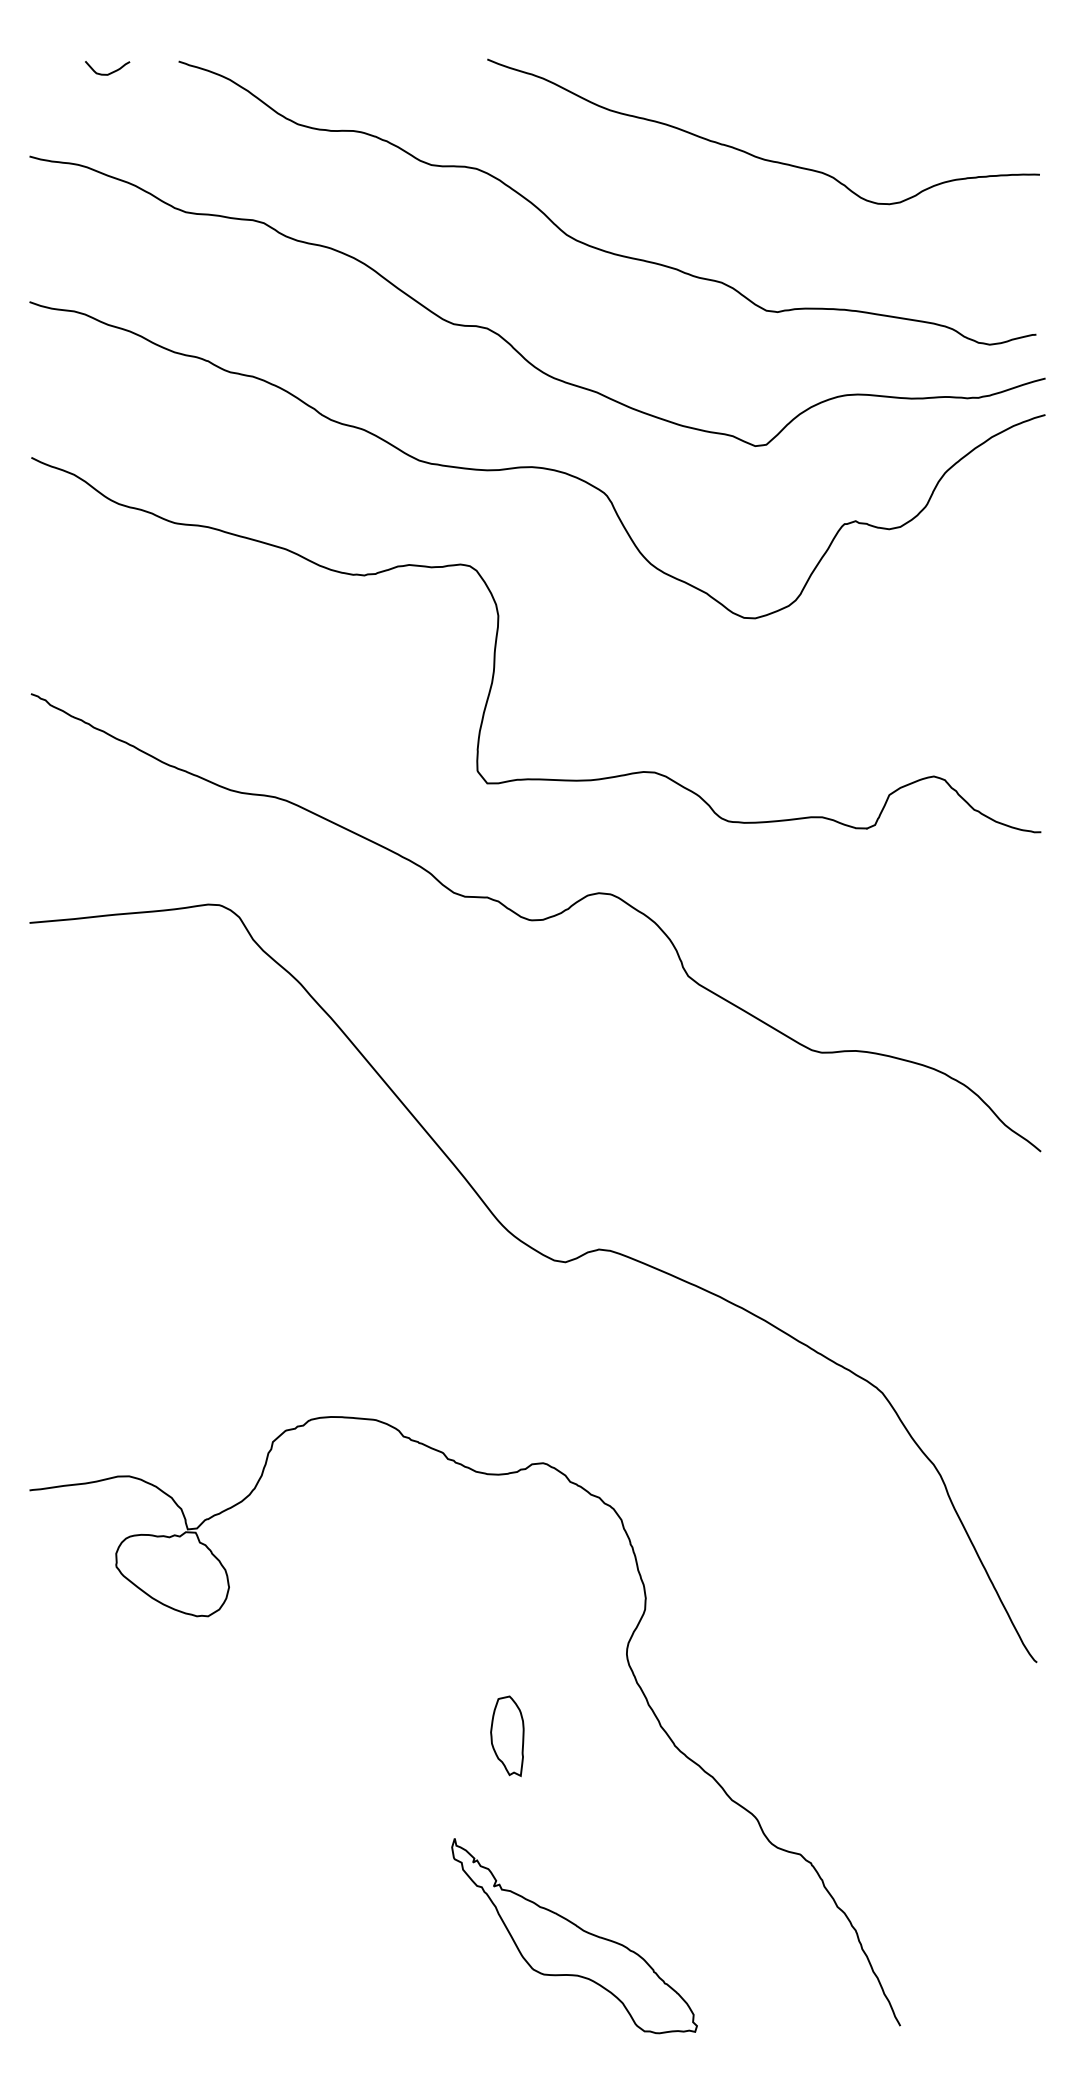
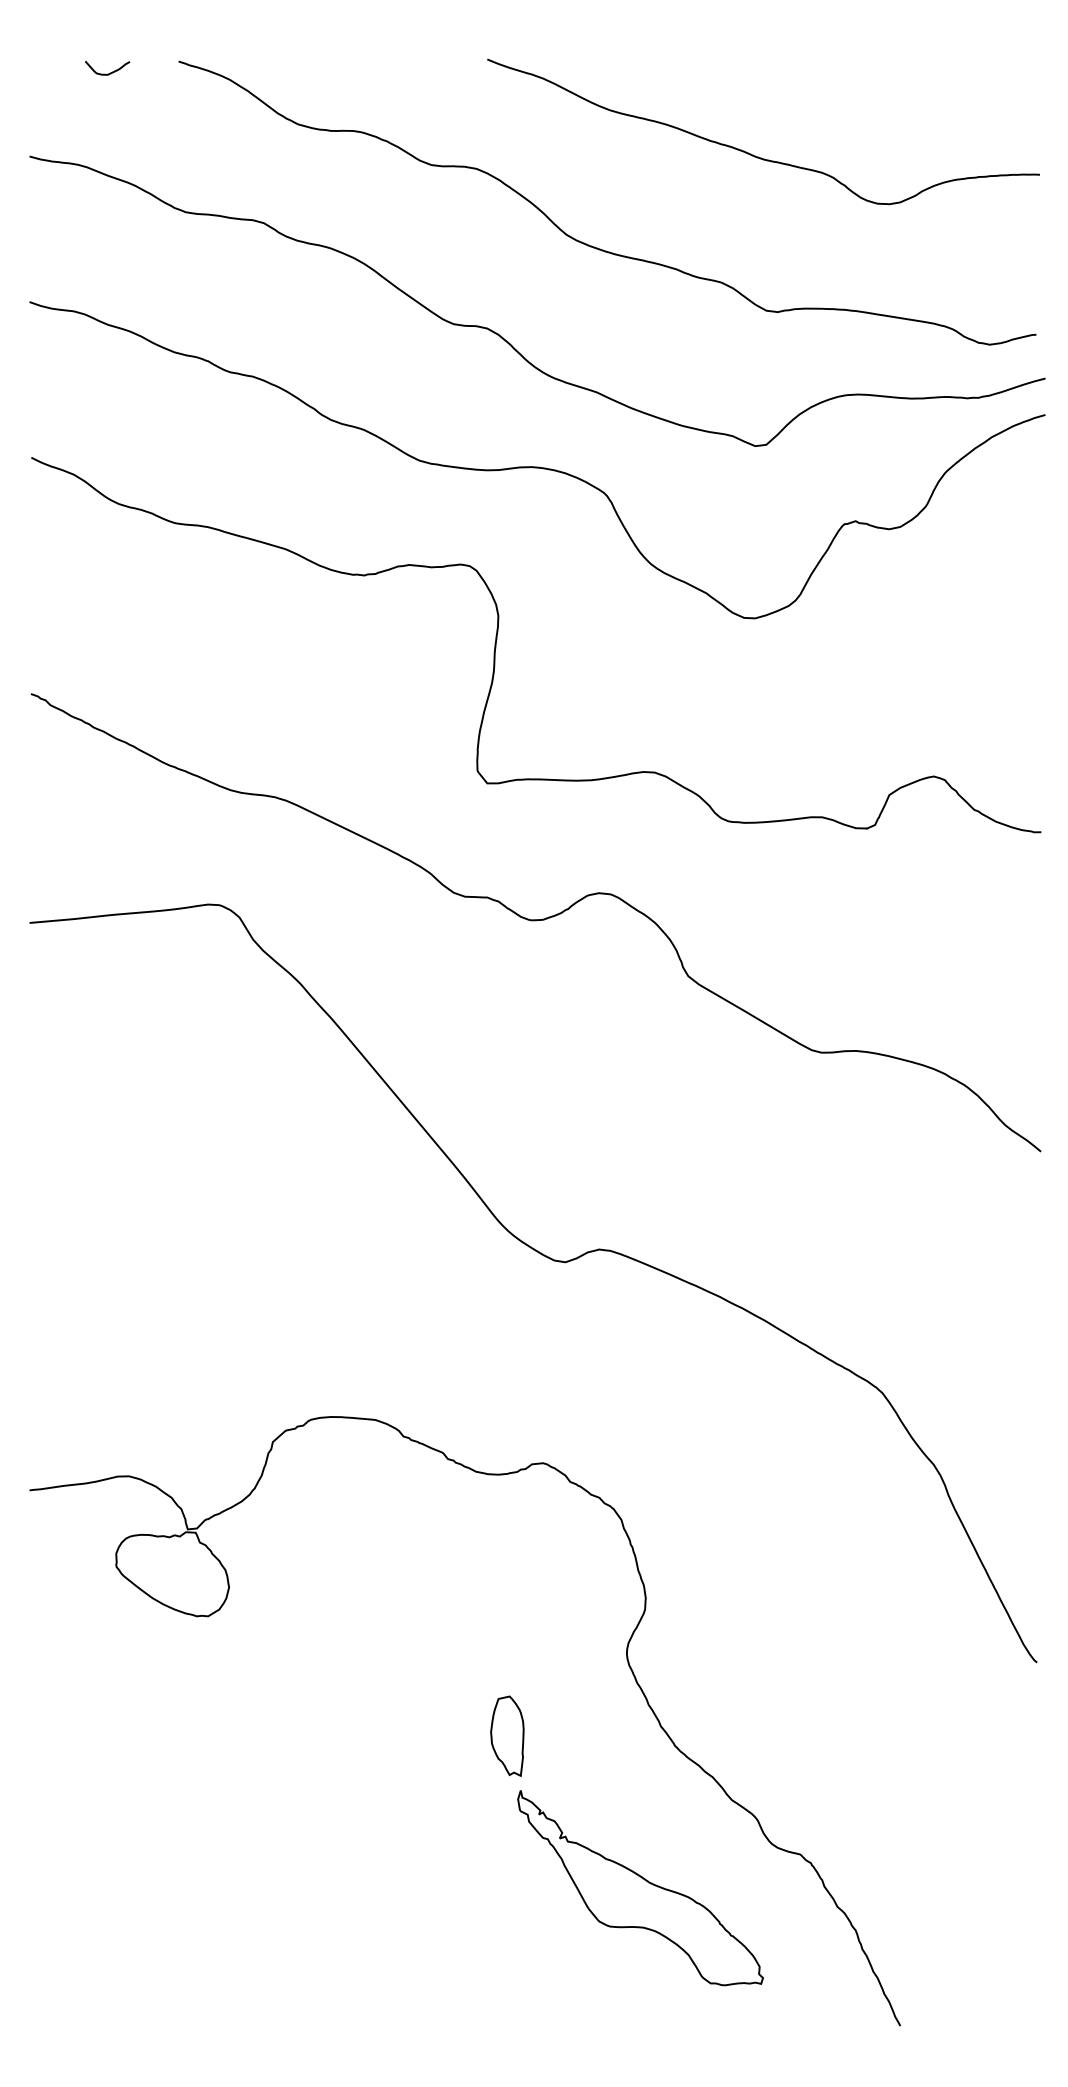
part at (574, 1936) position: (574, 1936) -> (640, 1888)
